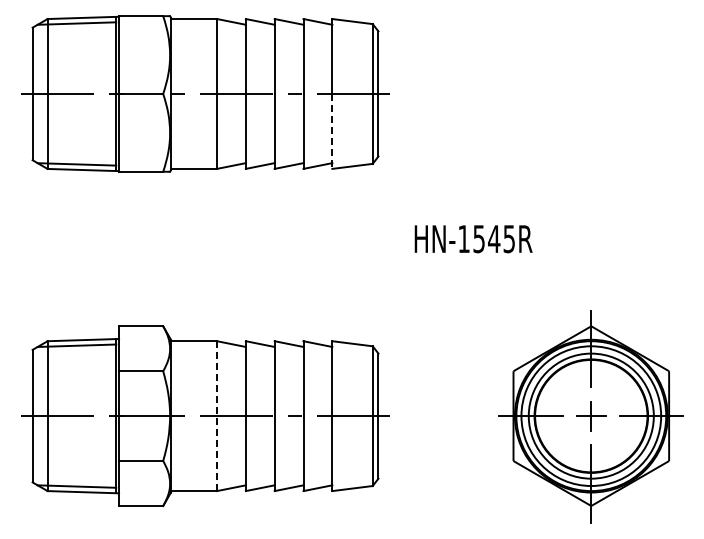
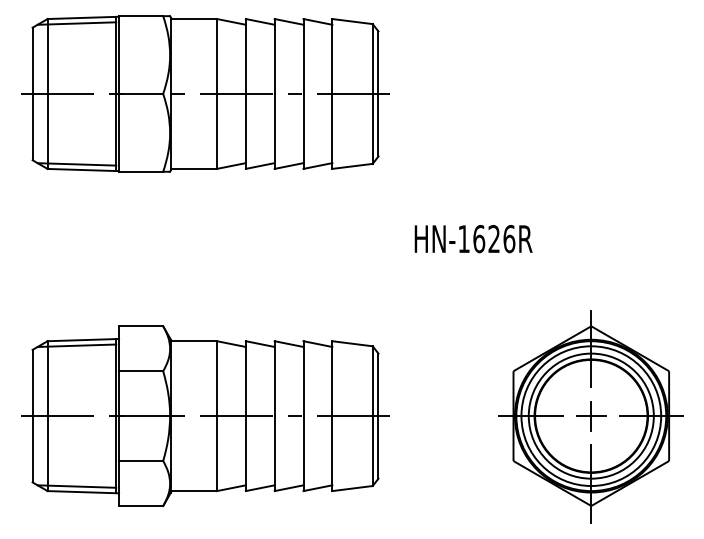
line at (332, 131): dashed -> solid
text at (494, 238): HN-1545R -> HN-1626R
line at (217, 416): dashed -> solid
